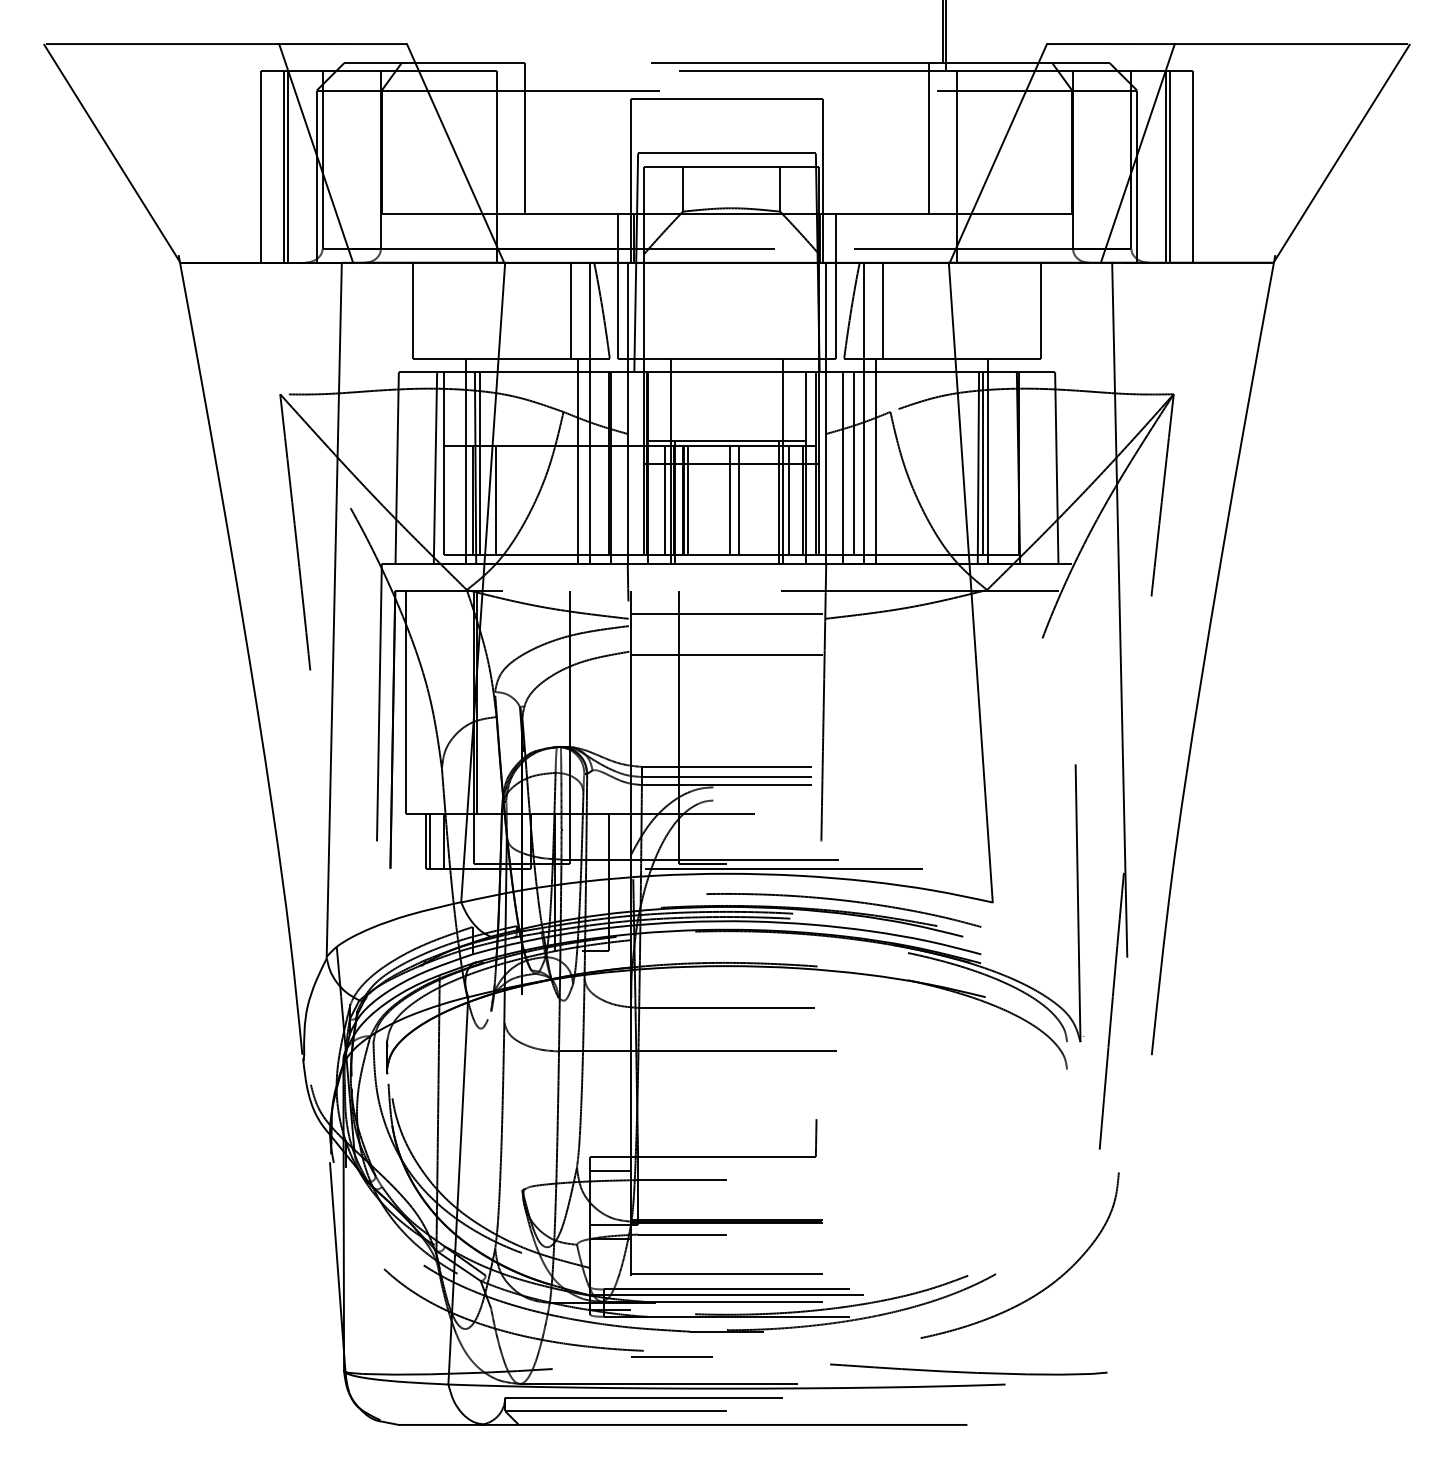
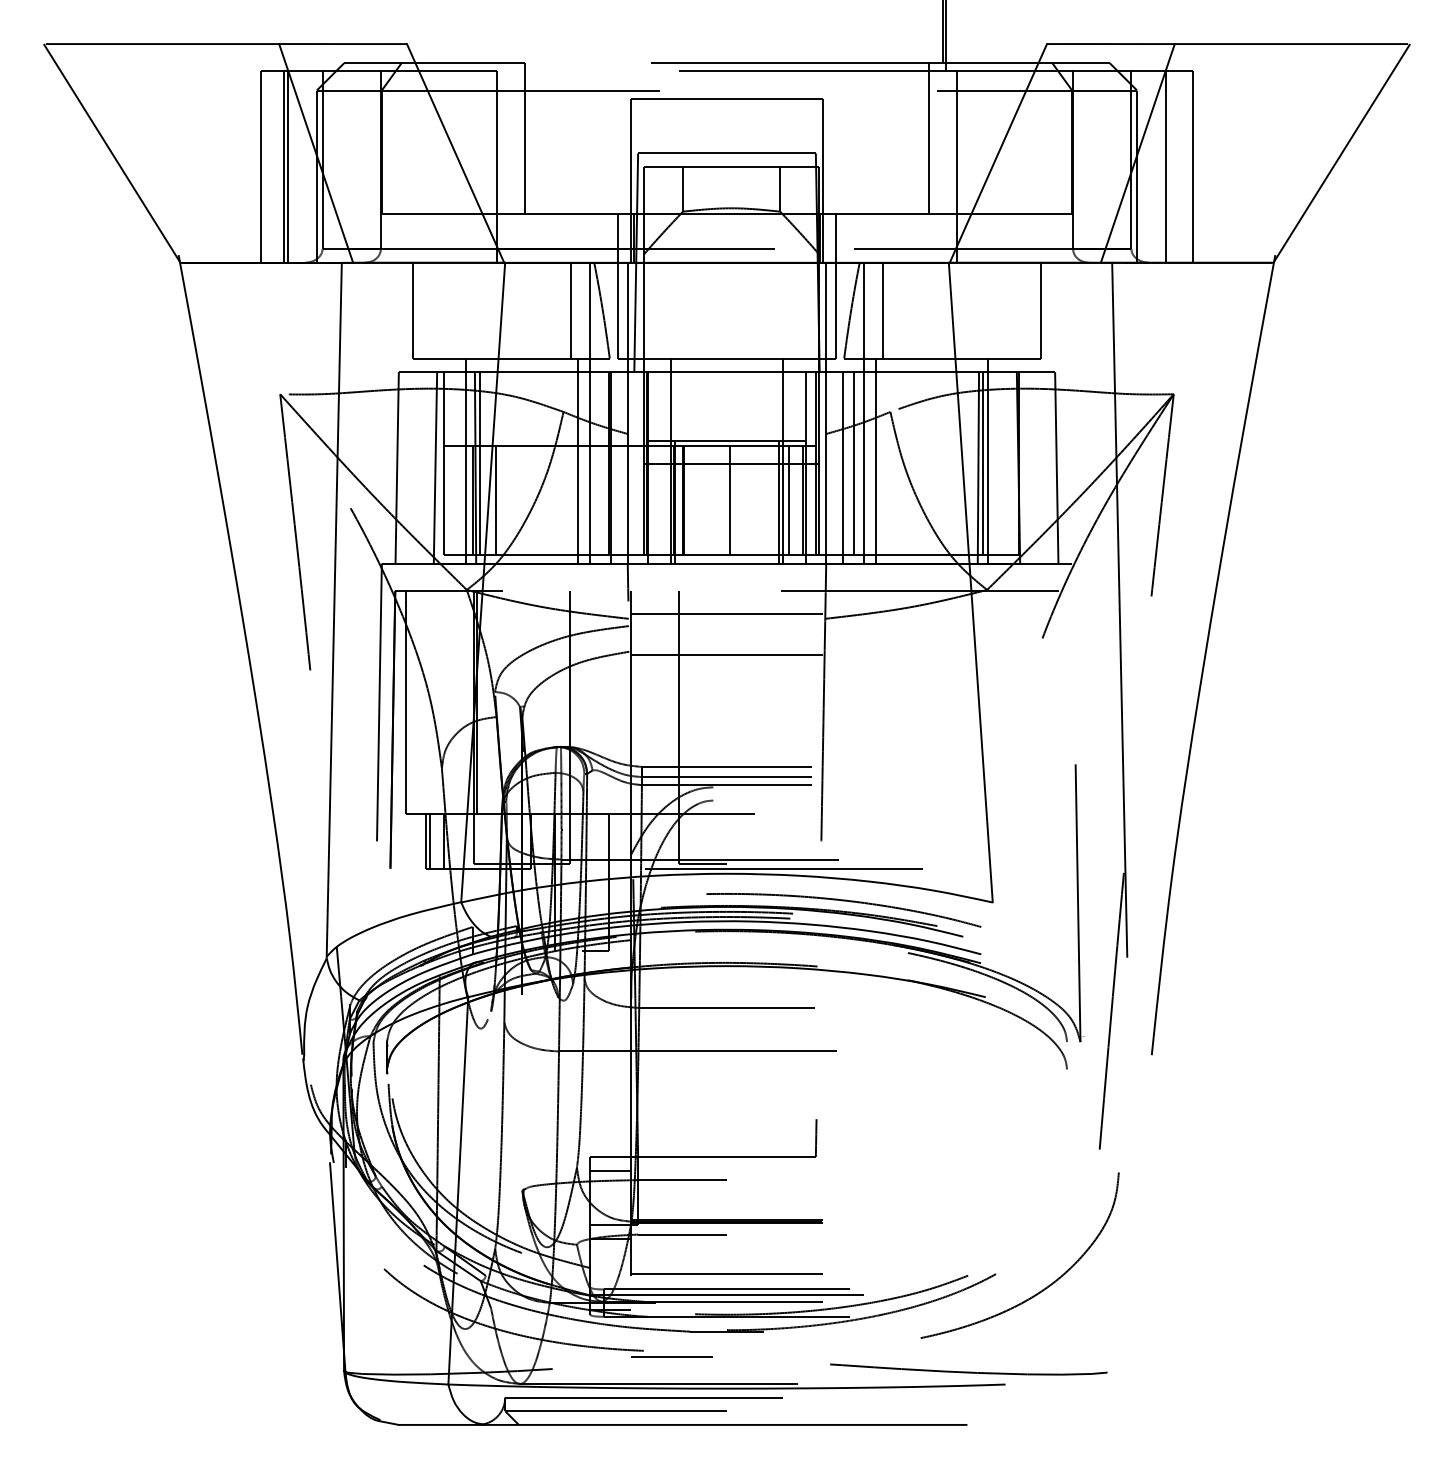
line at (1169, 166): present -> none
line at (664, 500): present -> none
line at (687, 500): present -> none
line at (738, 500): present -> none
